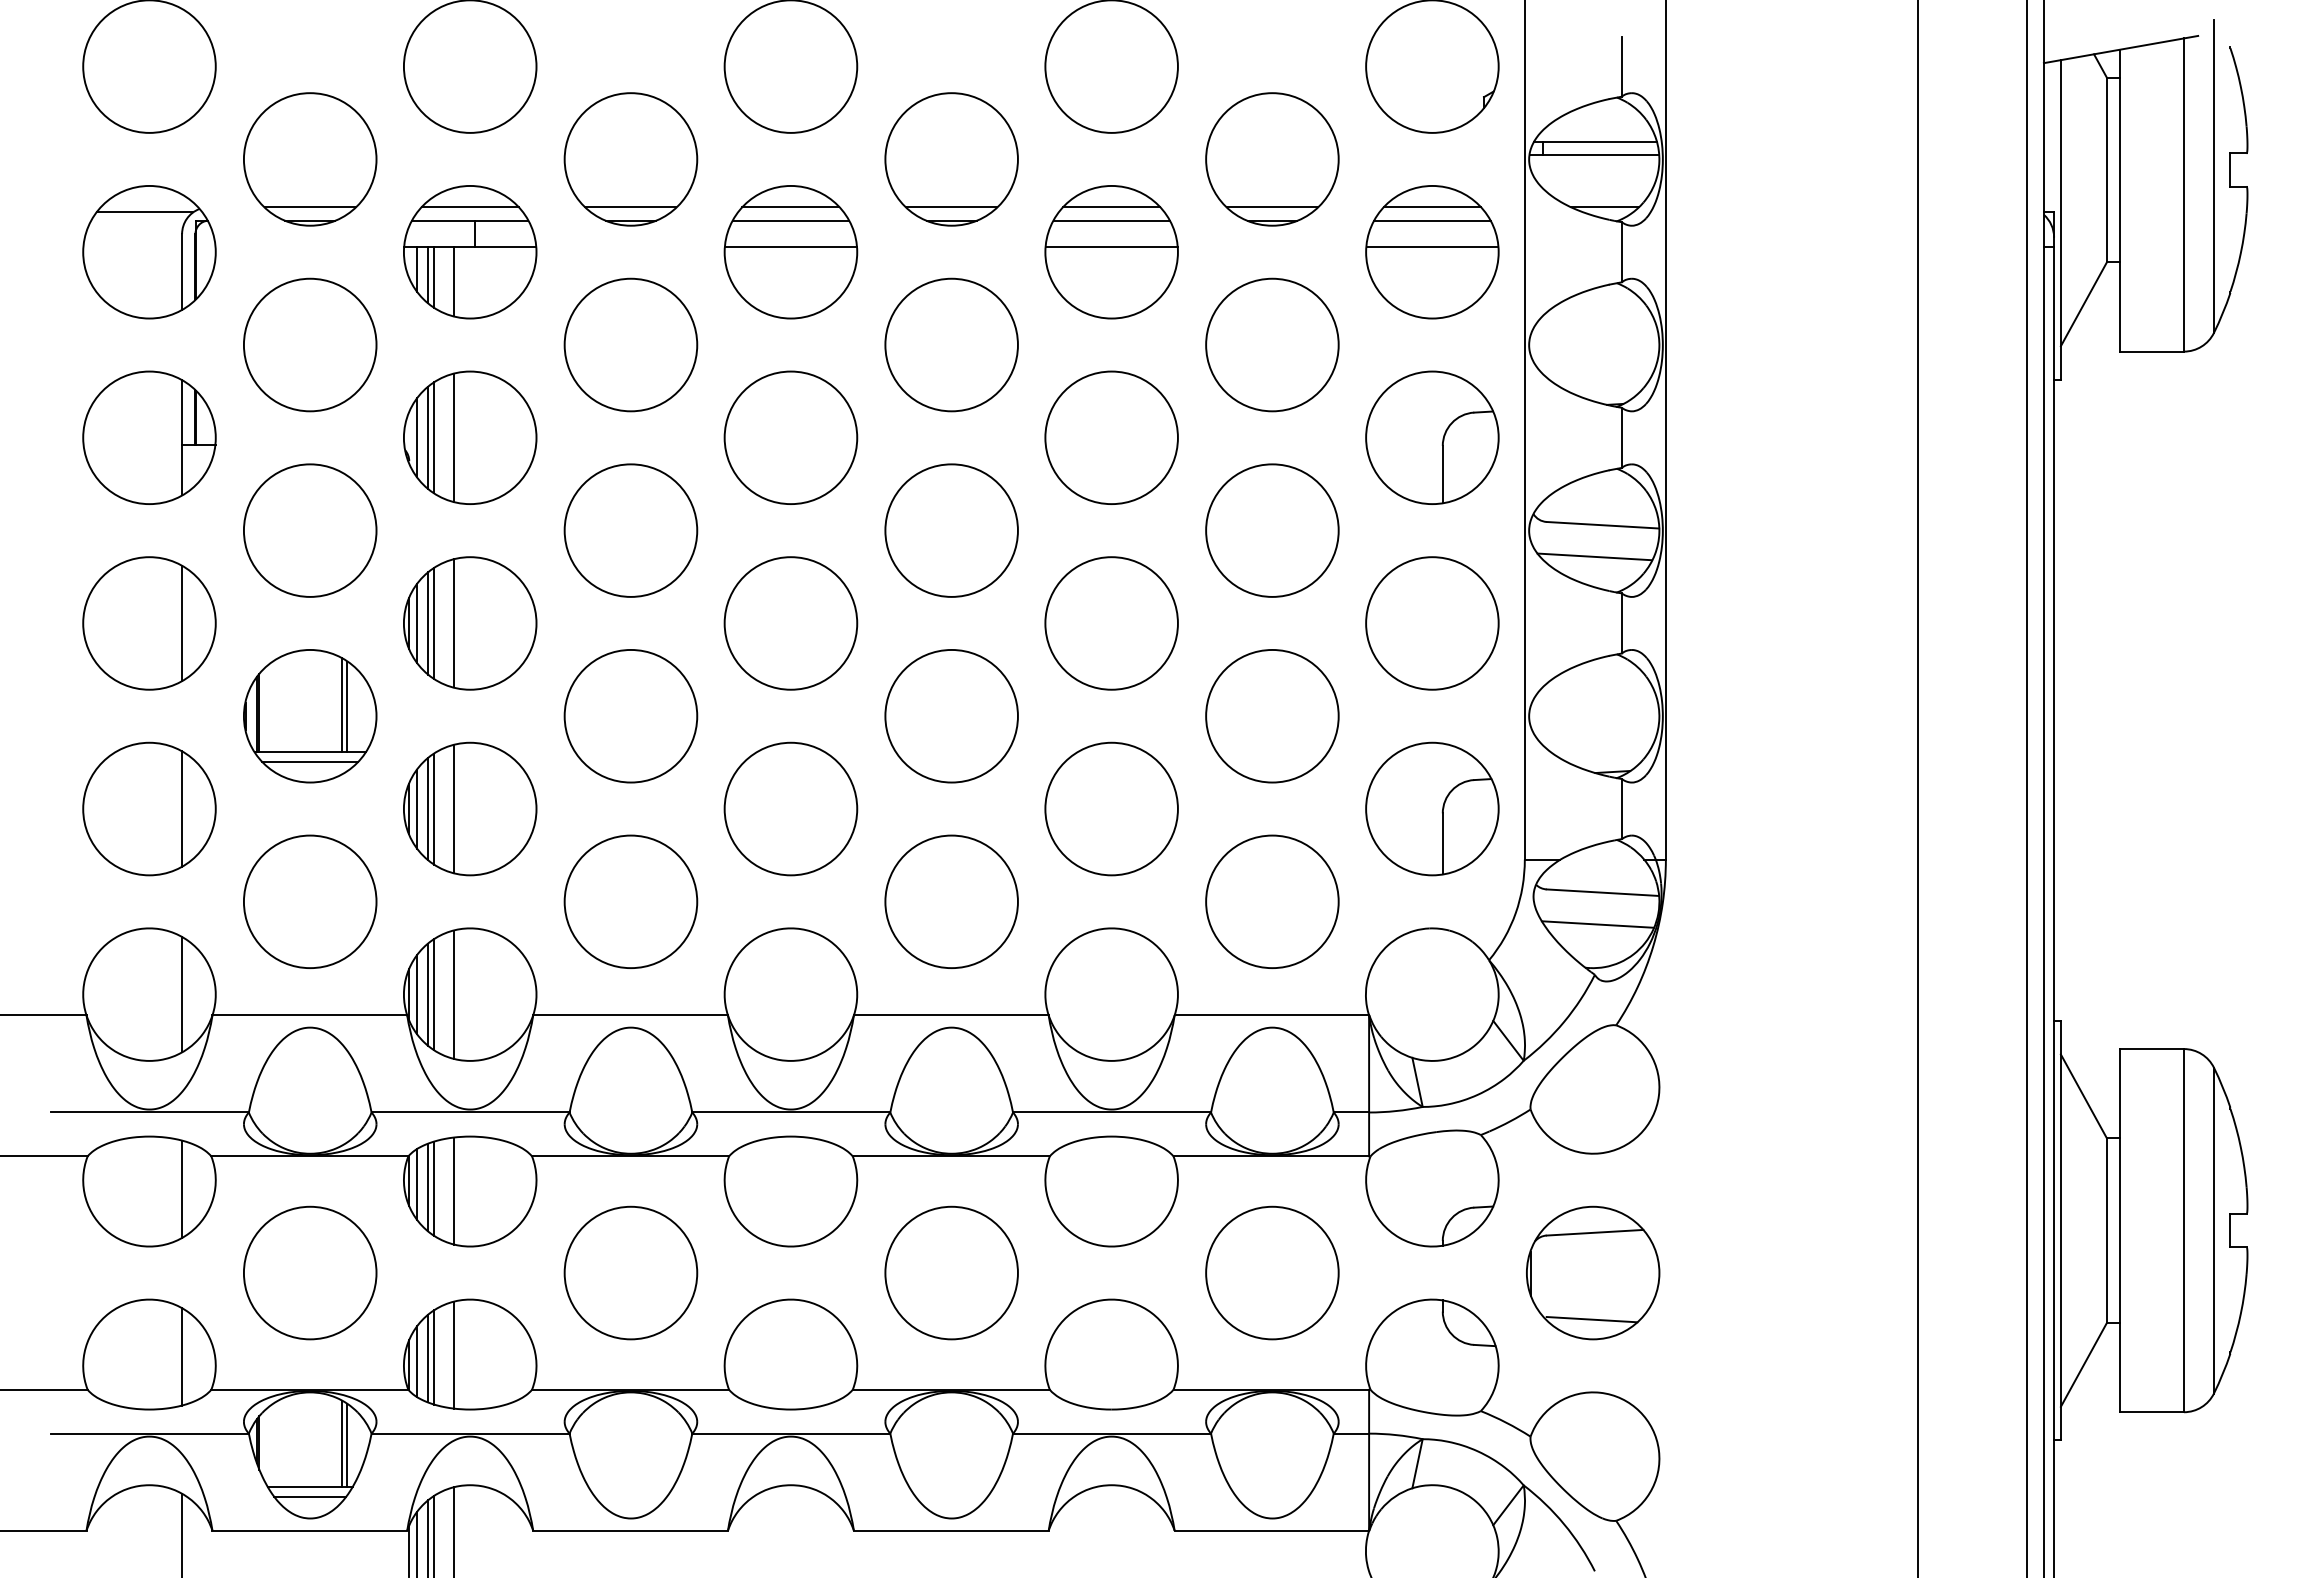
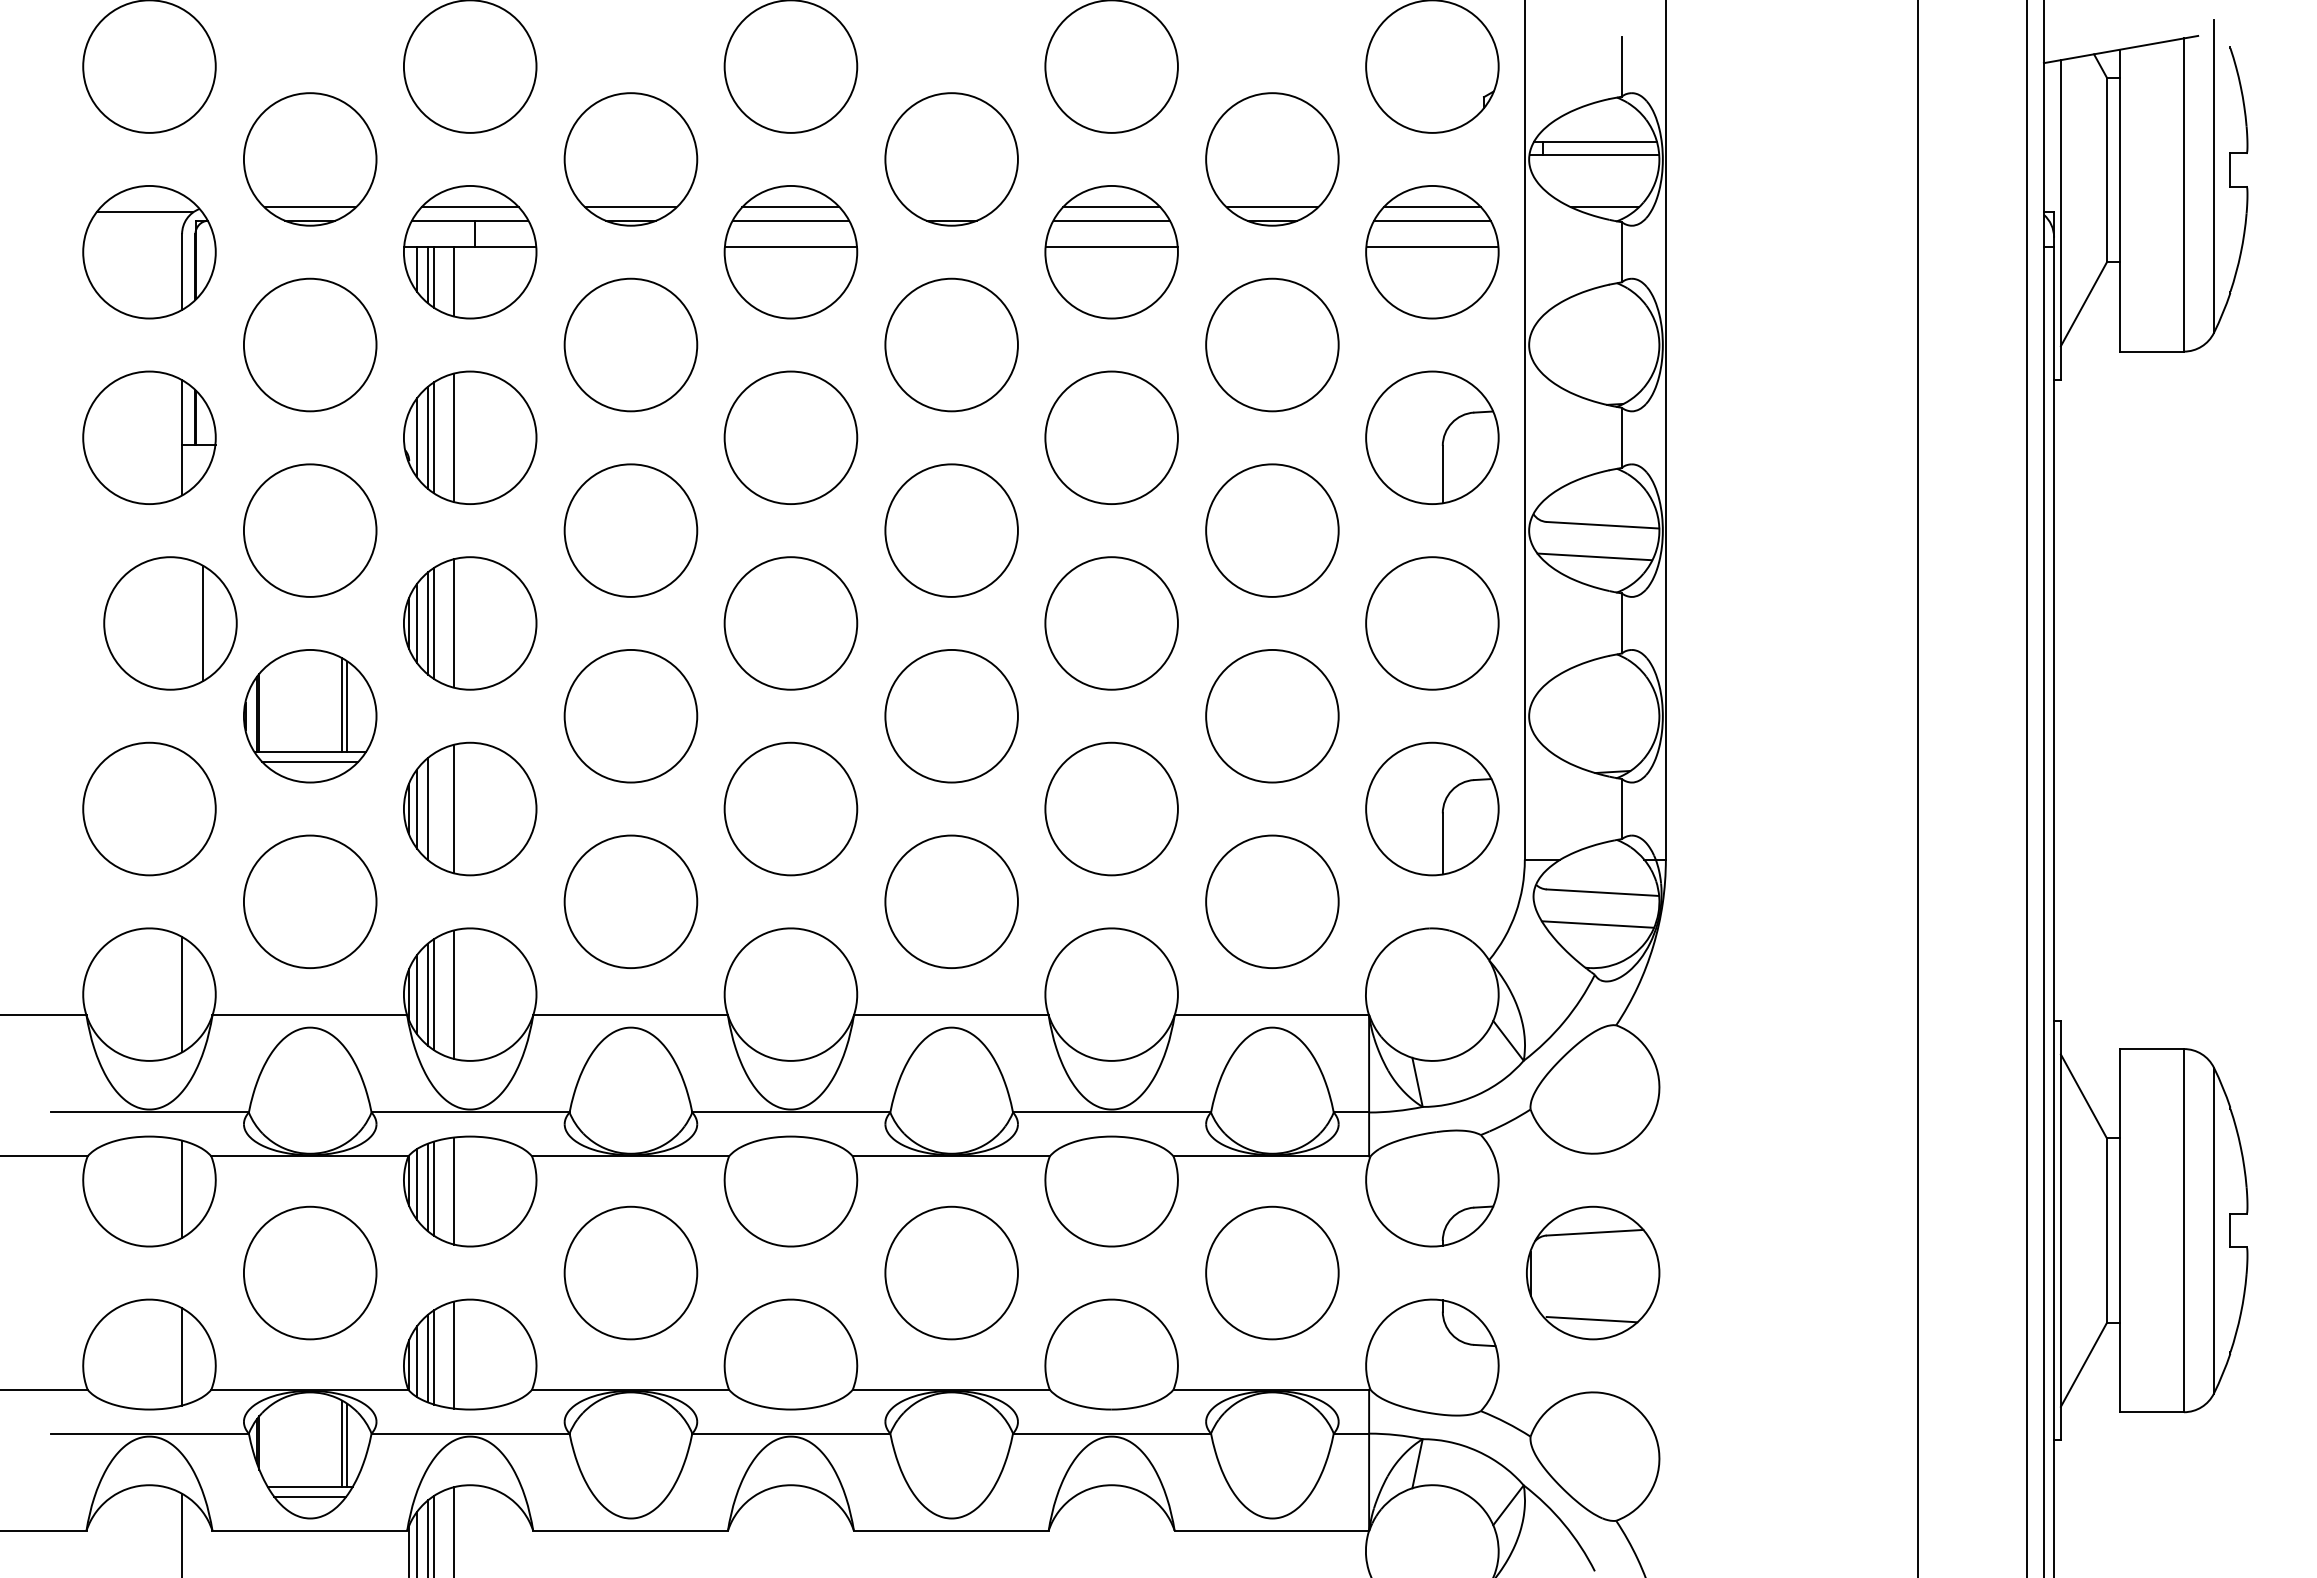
line at (951, 207): present -> none
part at (149, 623) position: (149, 623) -> (170, 623)
line at (182, 808): present -> none
line at (434, 808): present -> none
